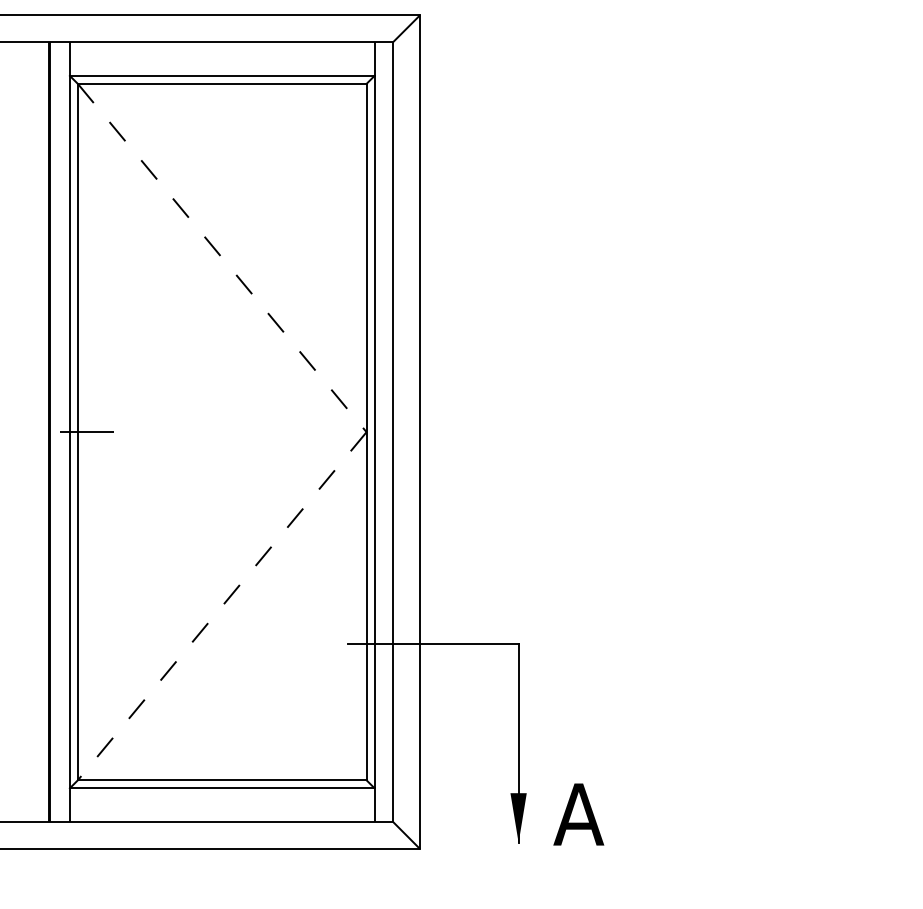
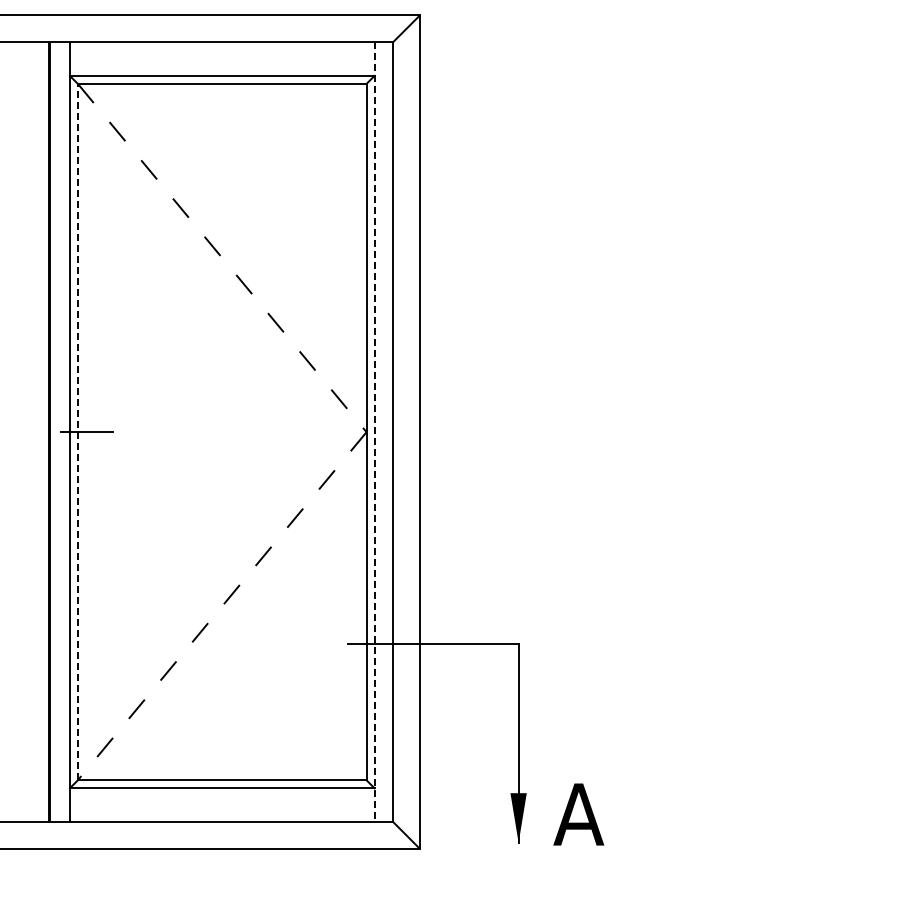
line at (77, 431): solid -> dashed
line at (374, 432): solid -> dashed
